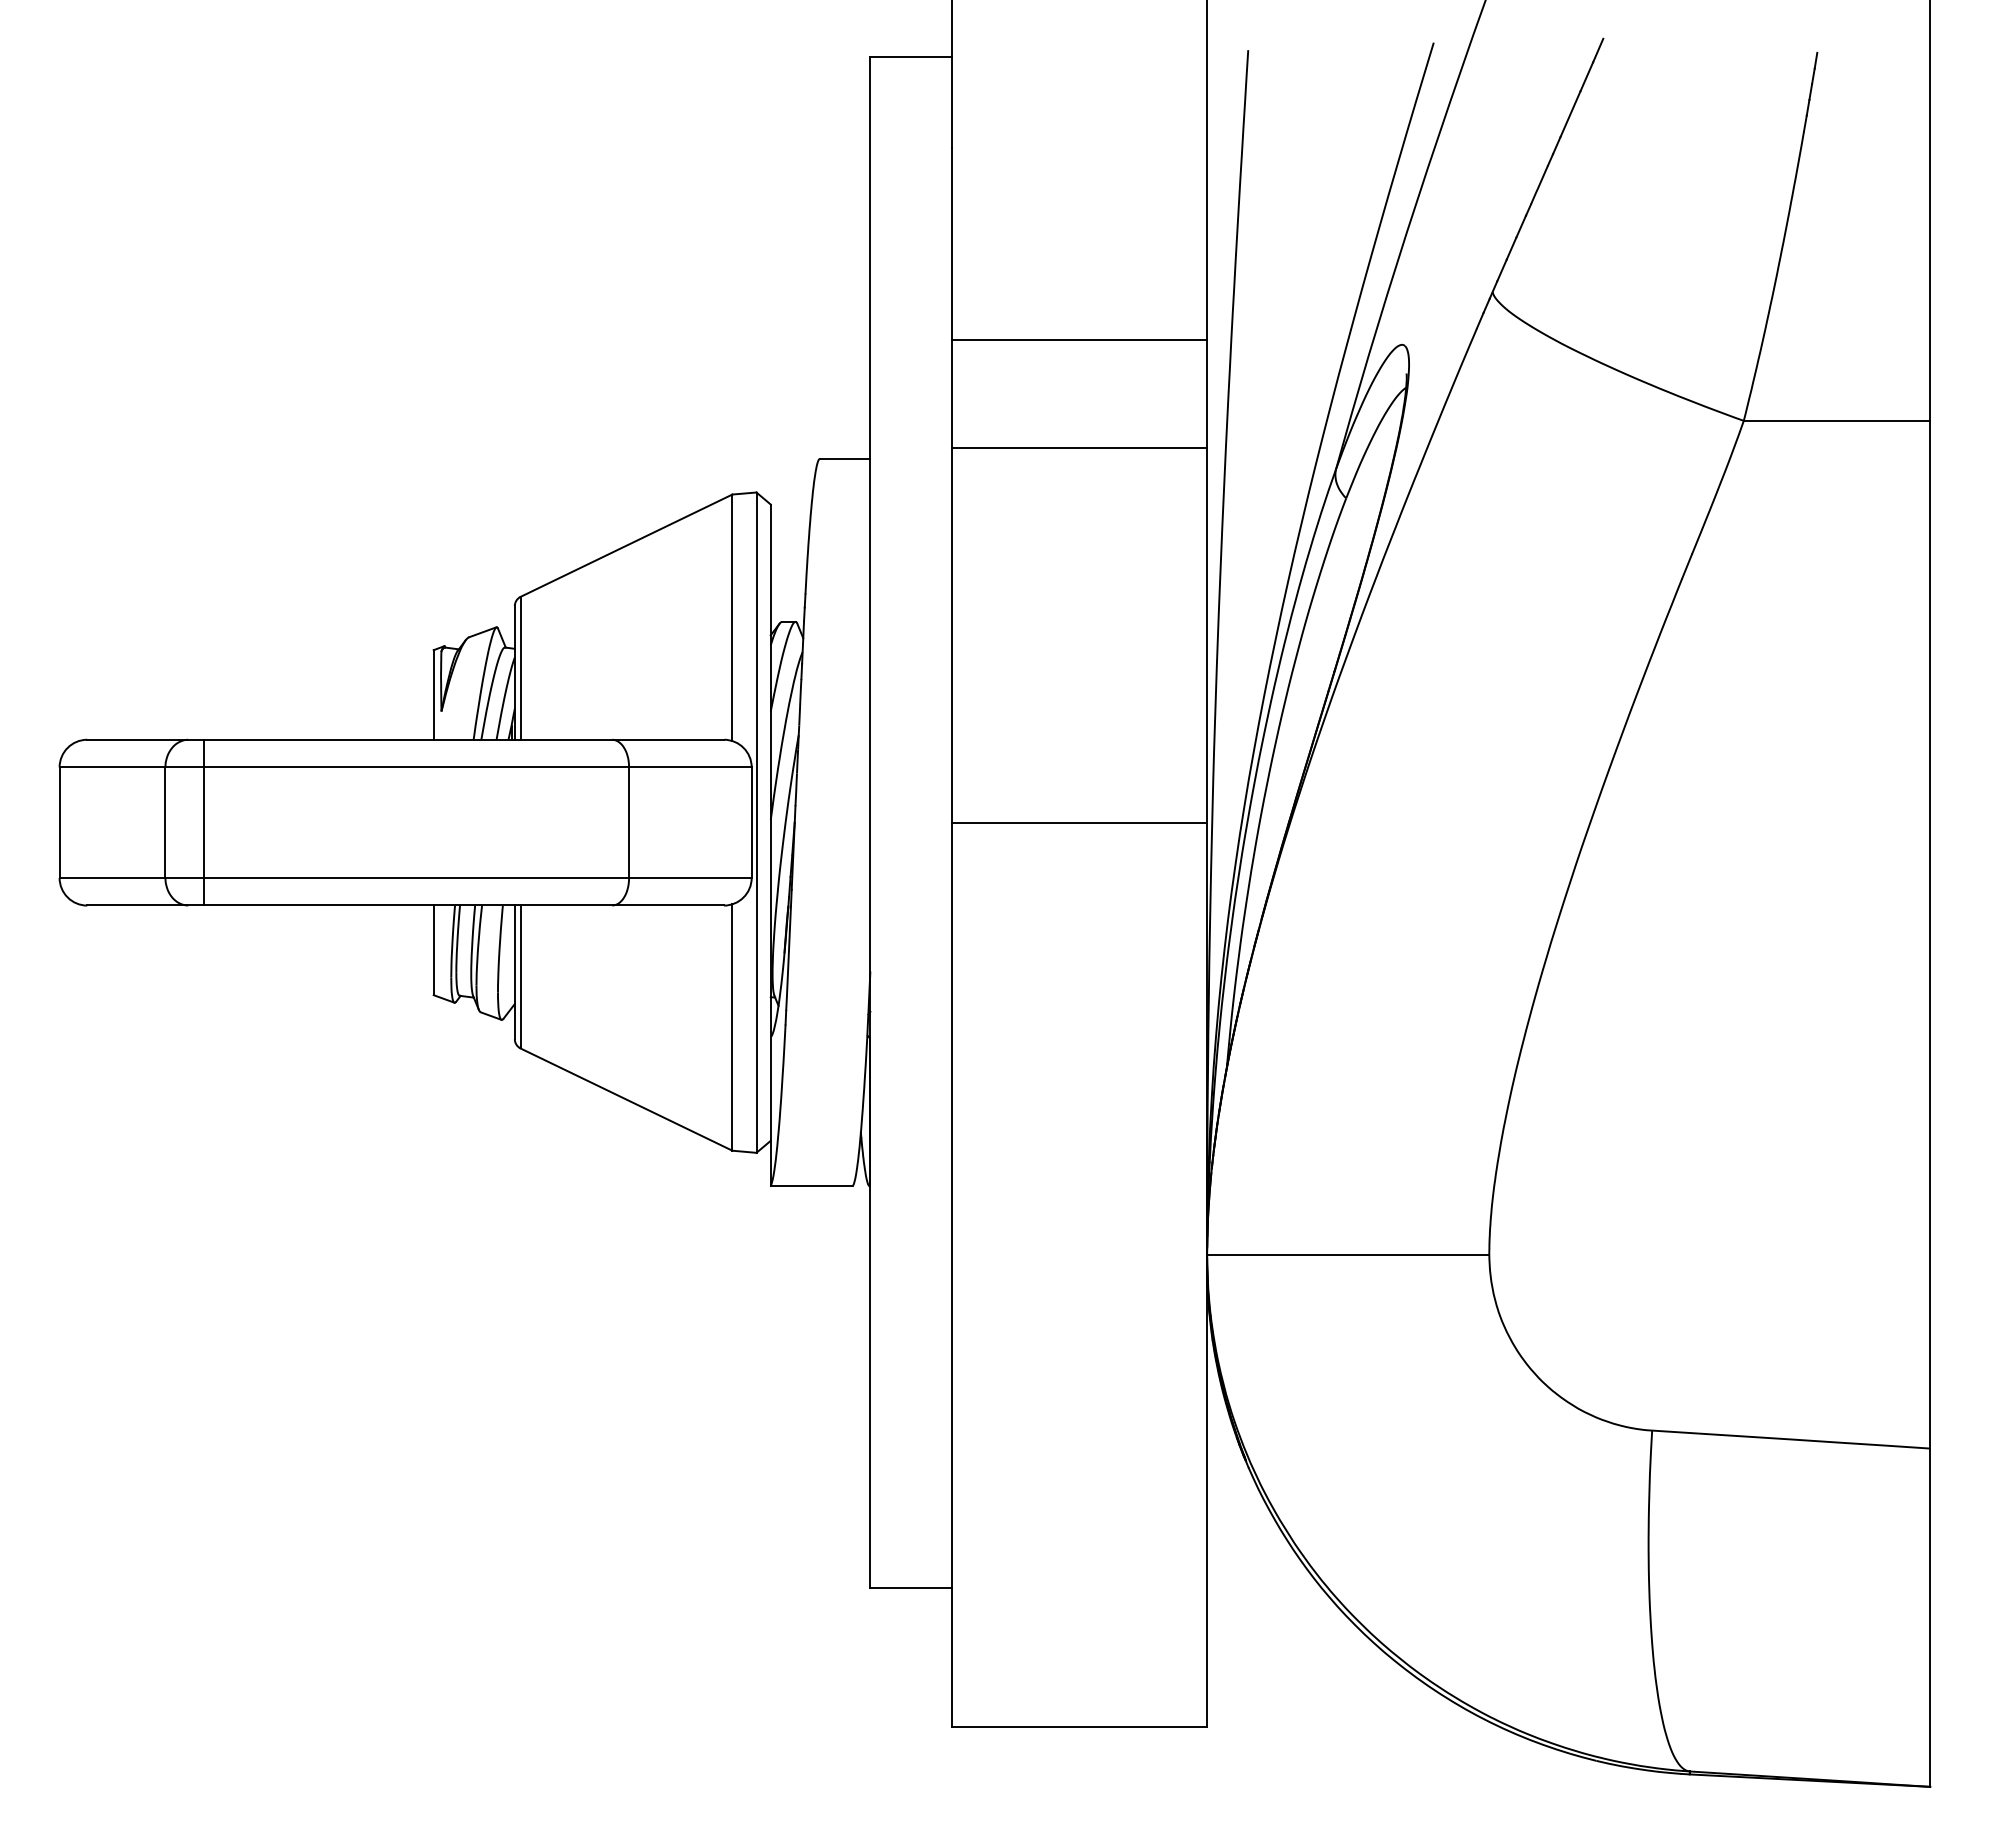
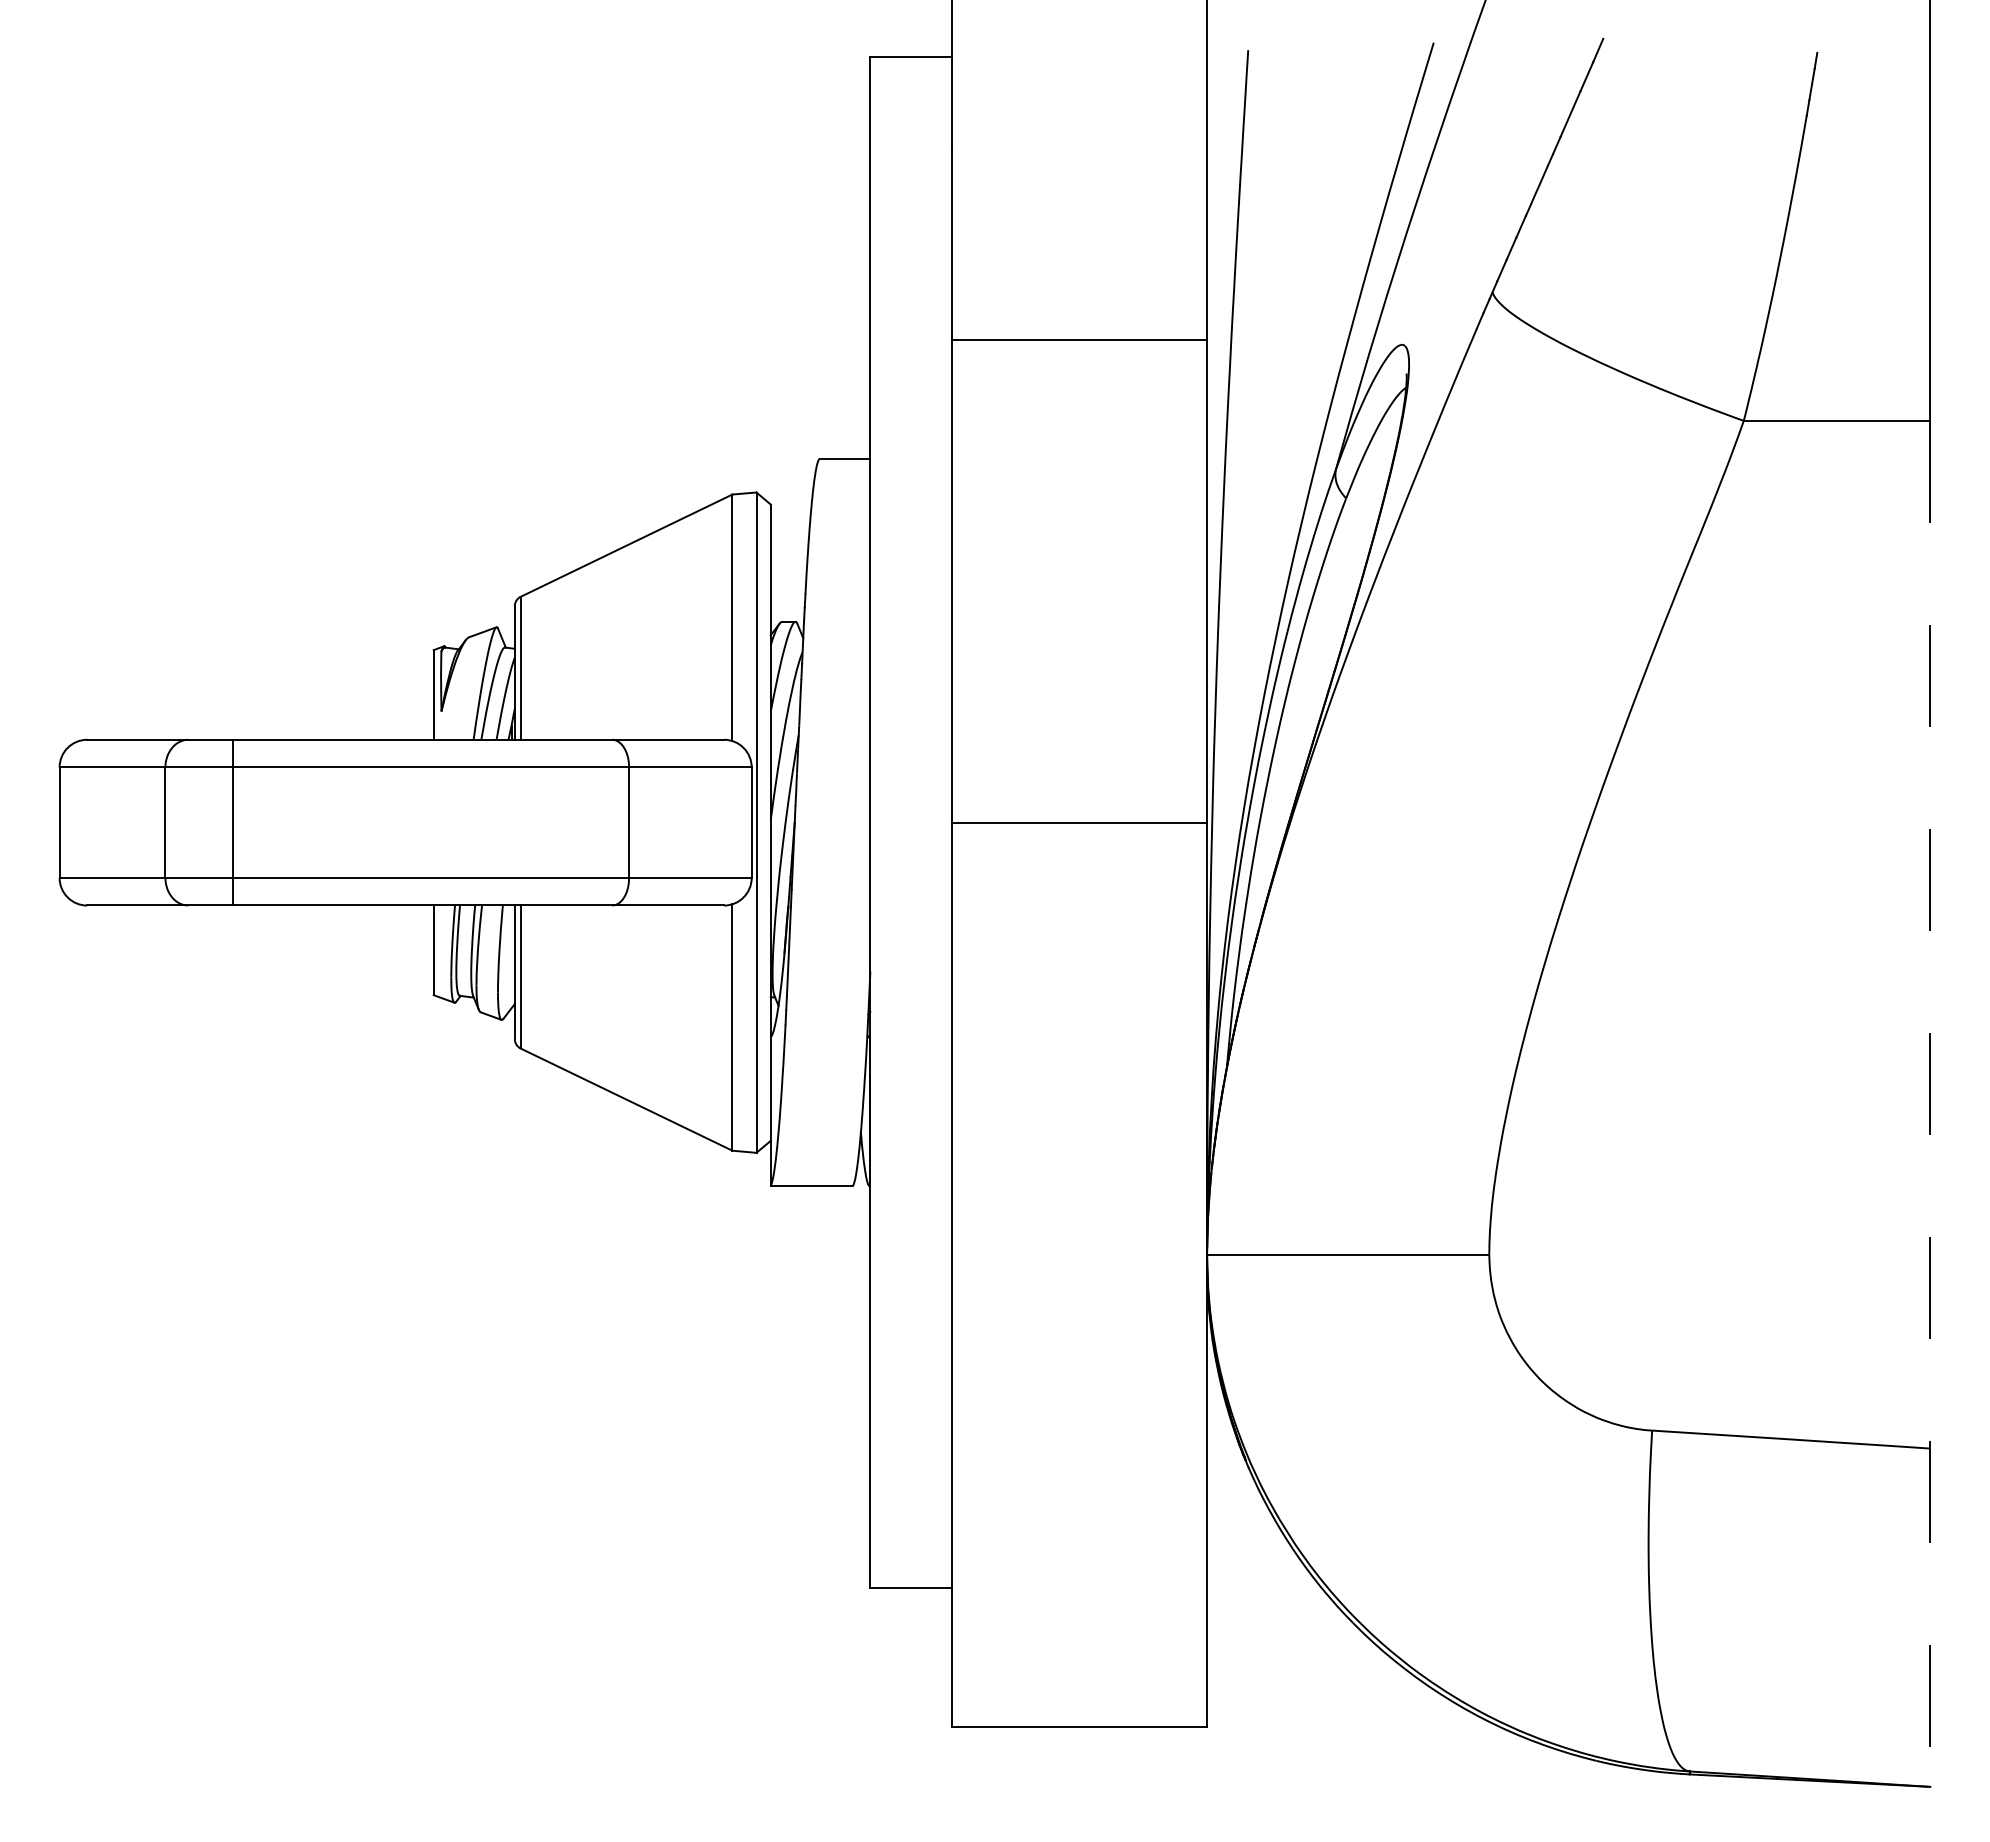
line at (1079, 448): present -> none
line at (203, 822) position: (203, 822) -> (232, 822)
line at (1930, 1104): solid -> dashed
